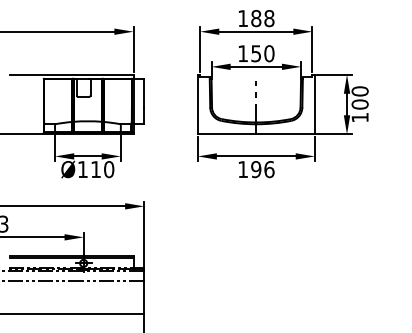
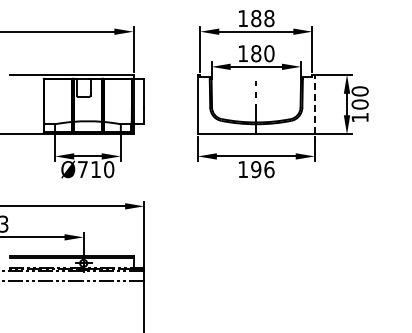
text at (256, 53): 150 -> 180
line at (314, 104): solid -> dashed
text at (82, 169): Ø110 -> Ø710
line at (73, 314): present -> none
